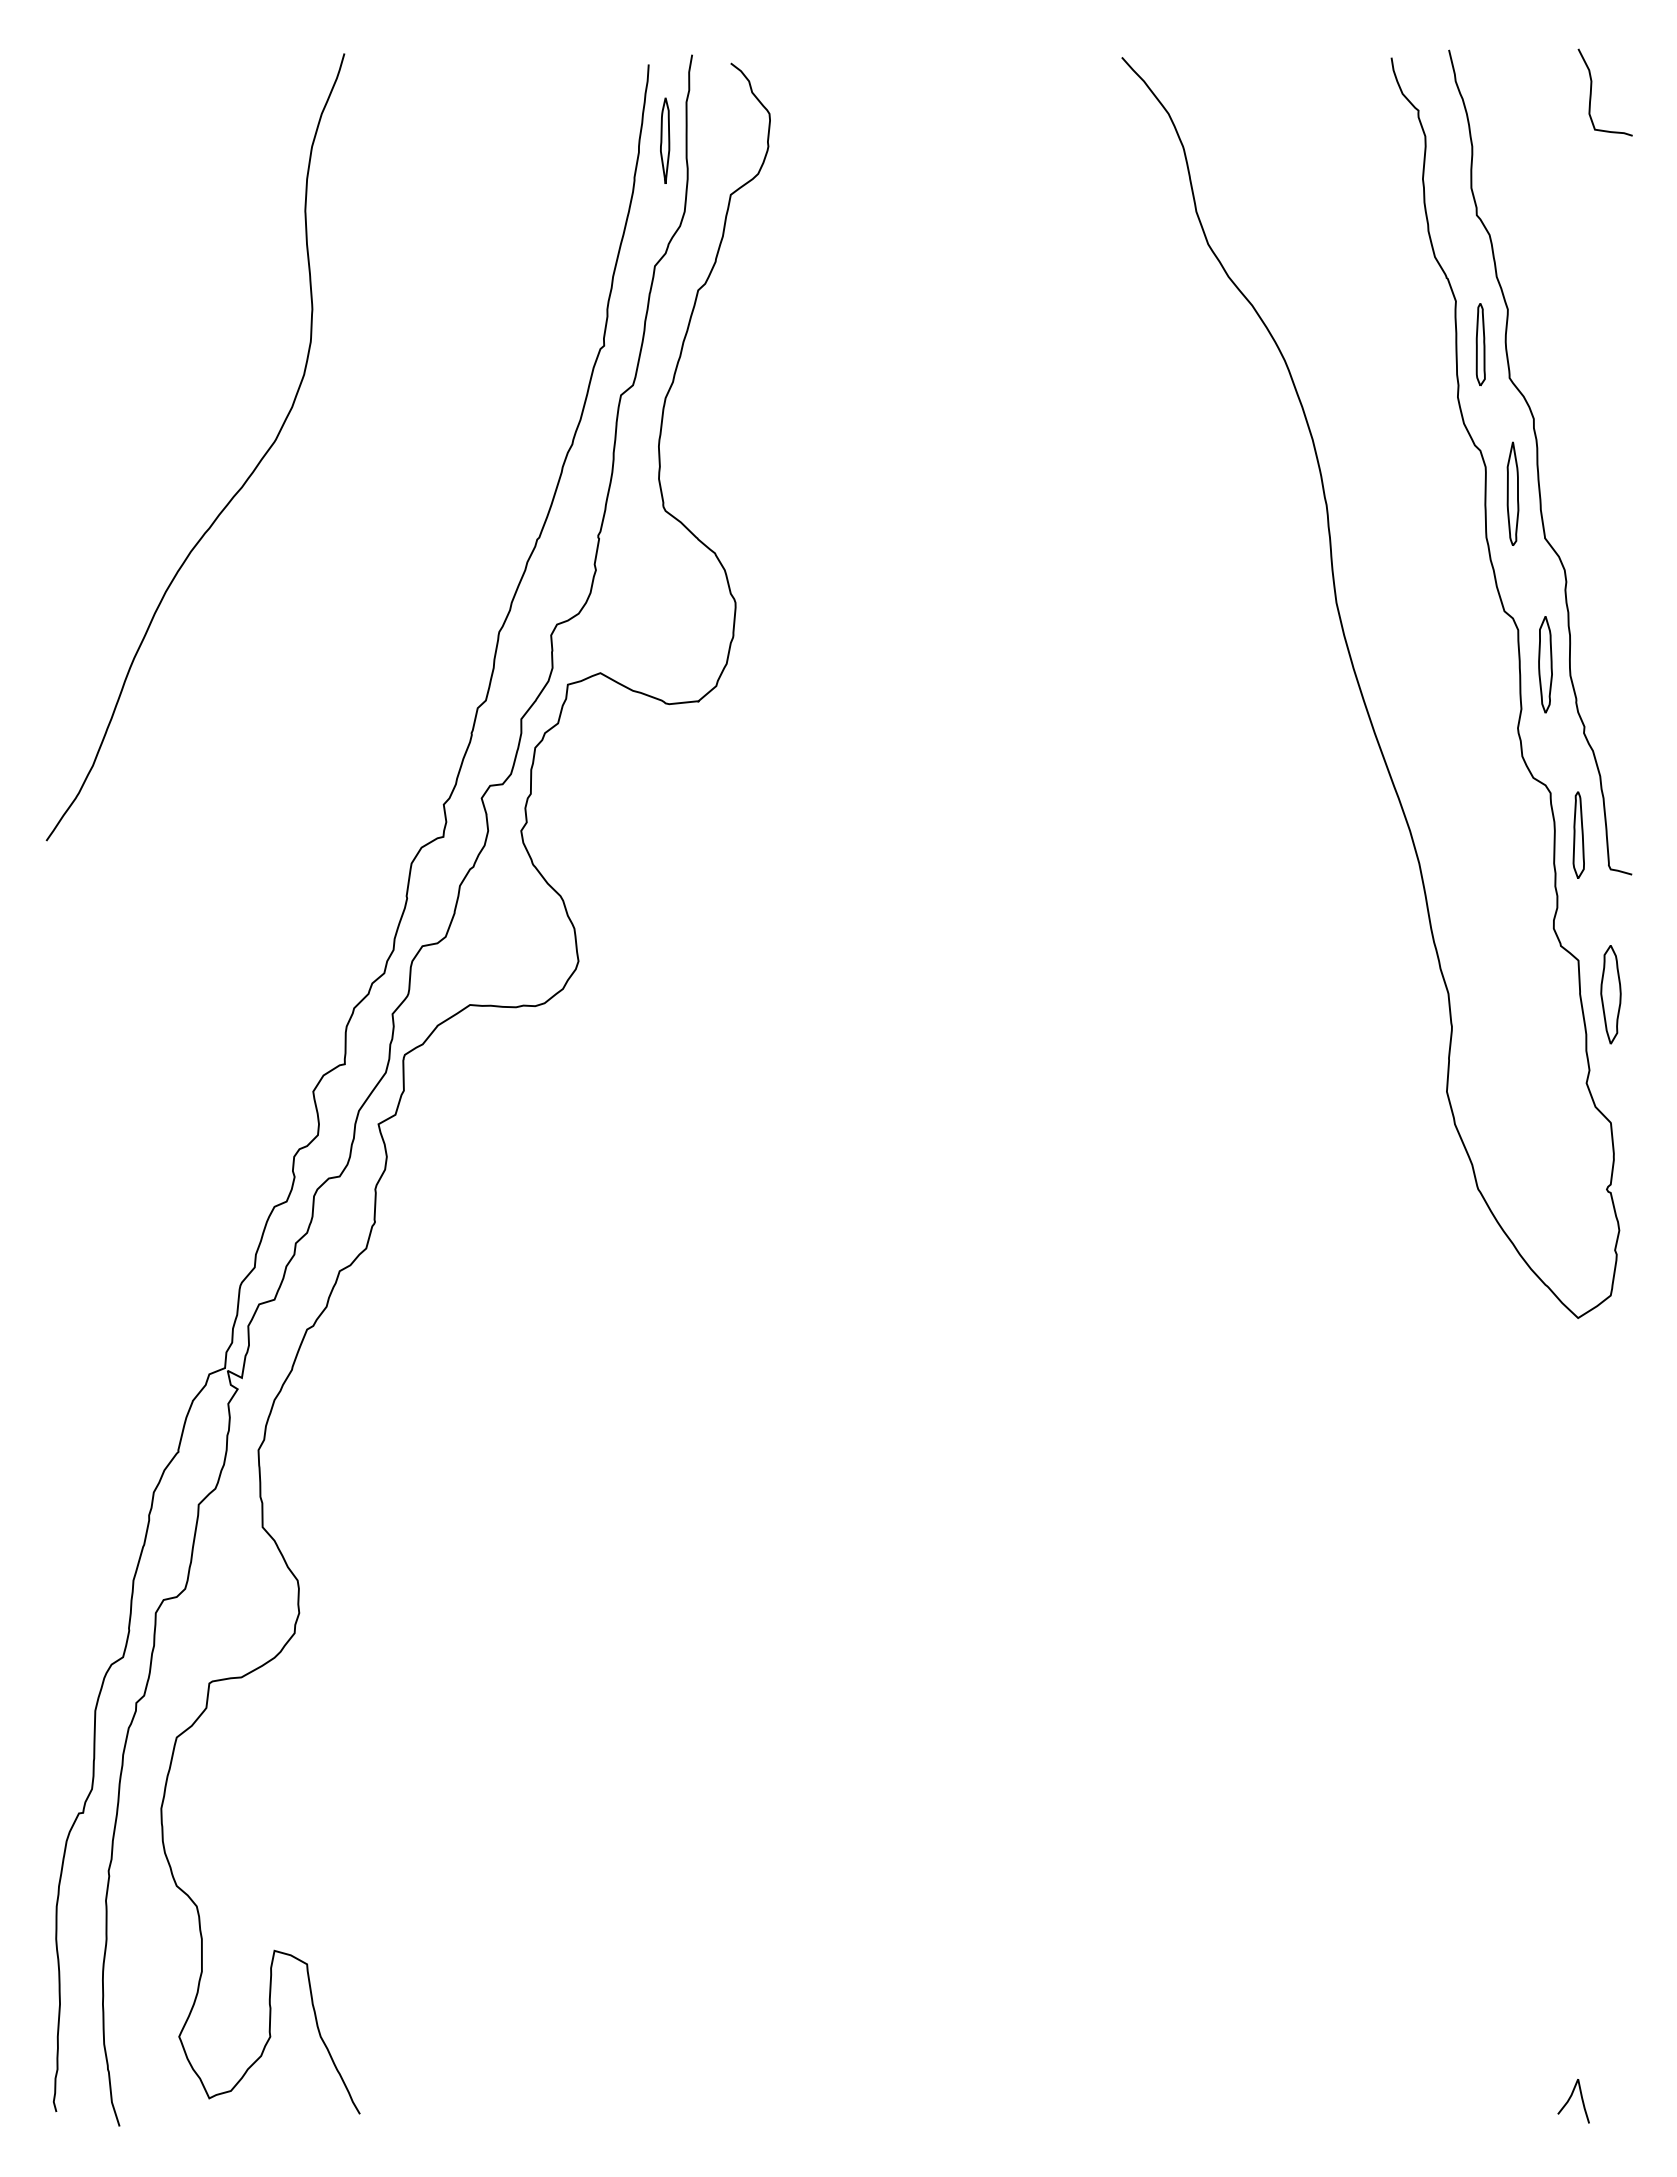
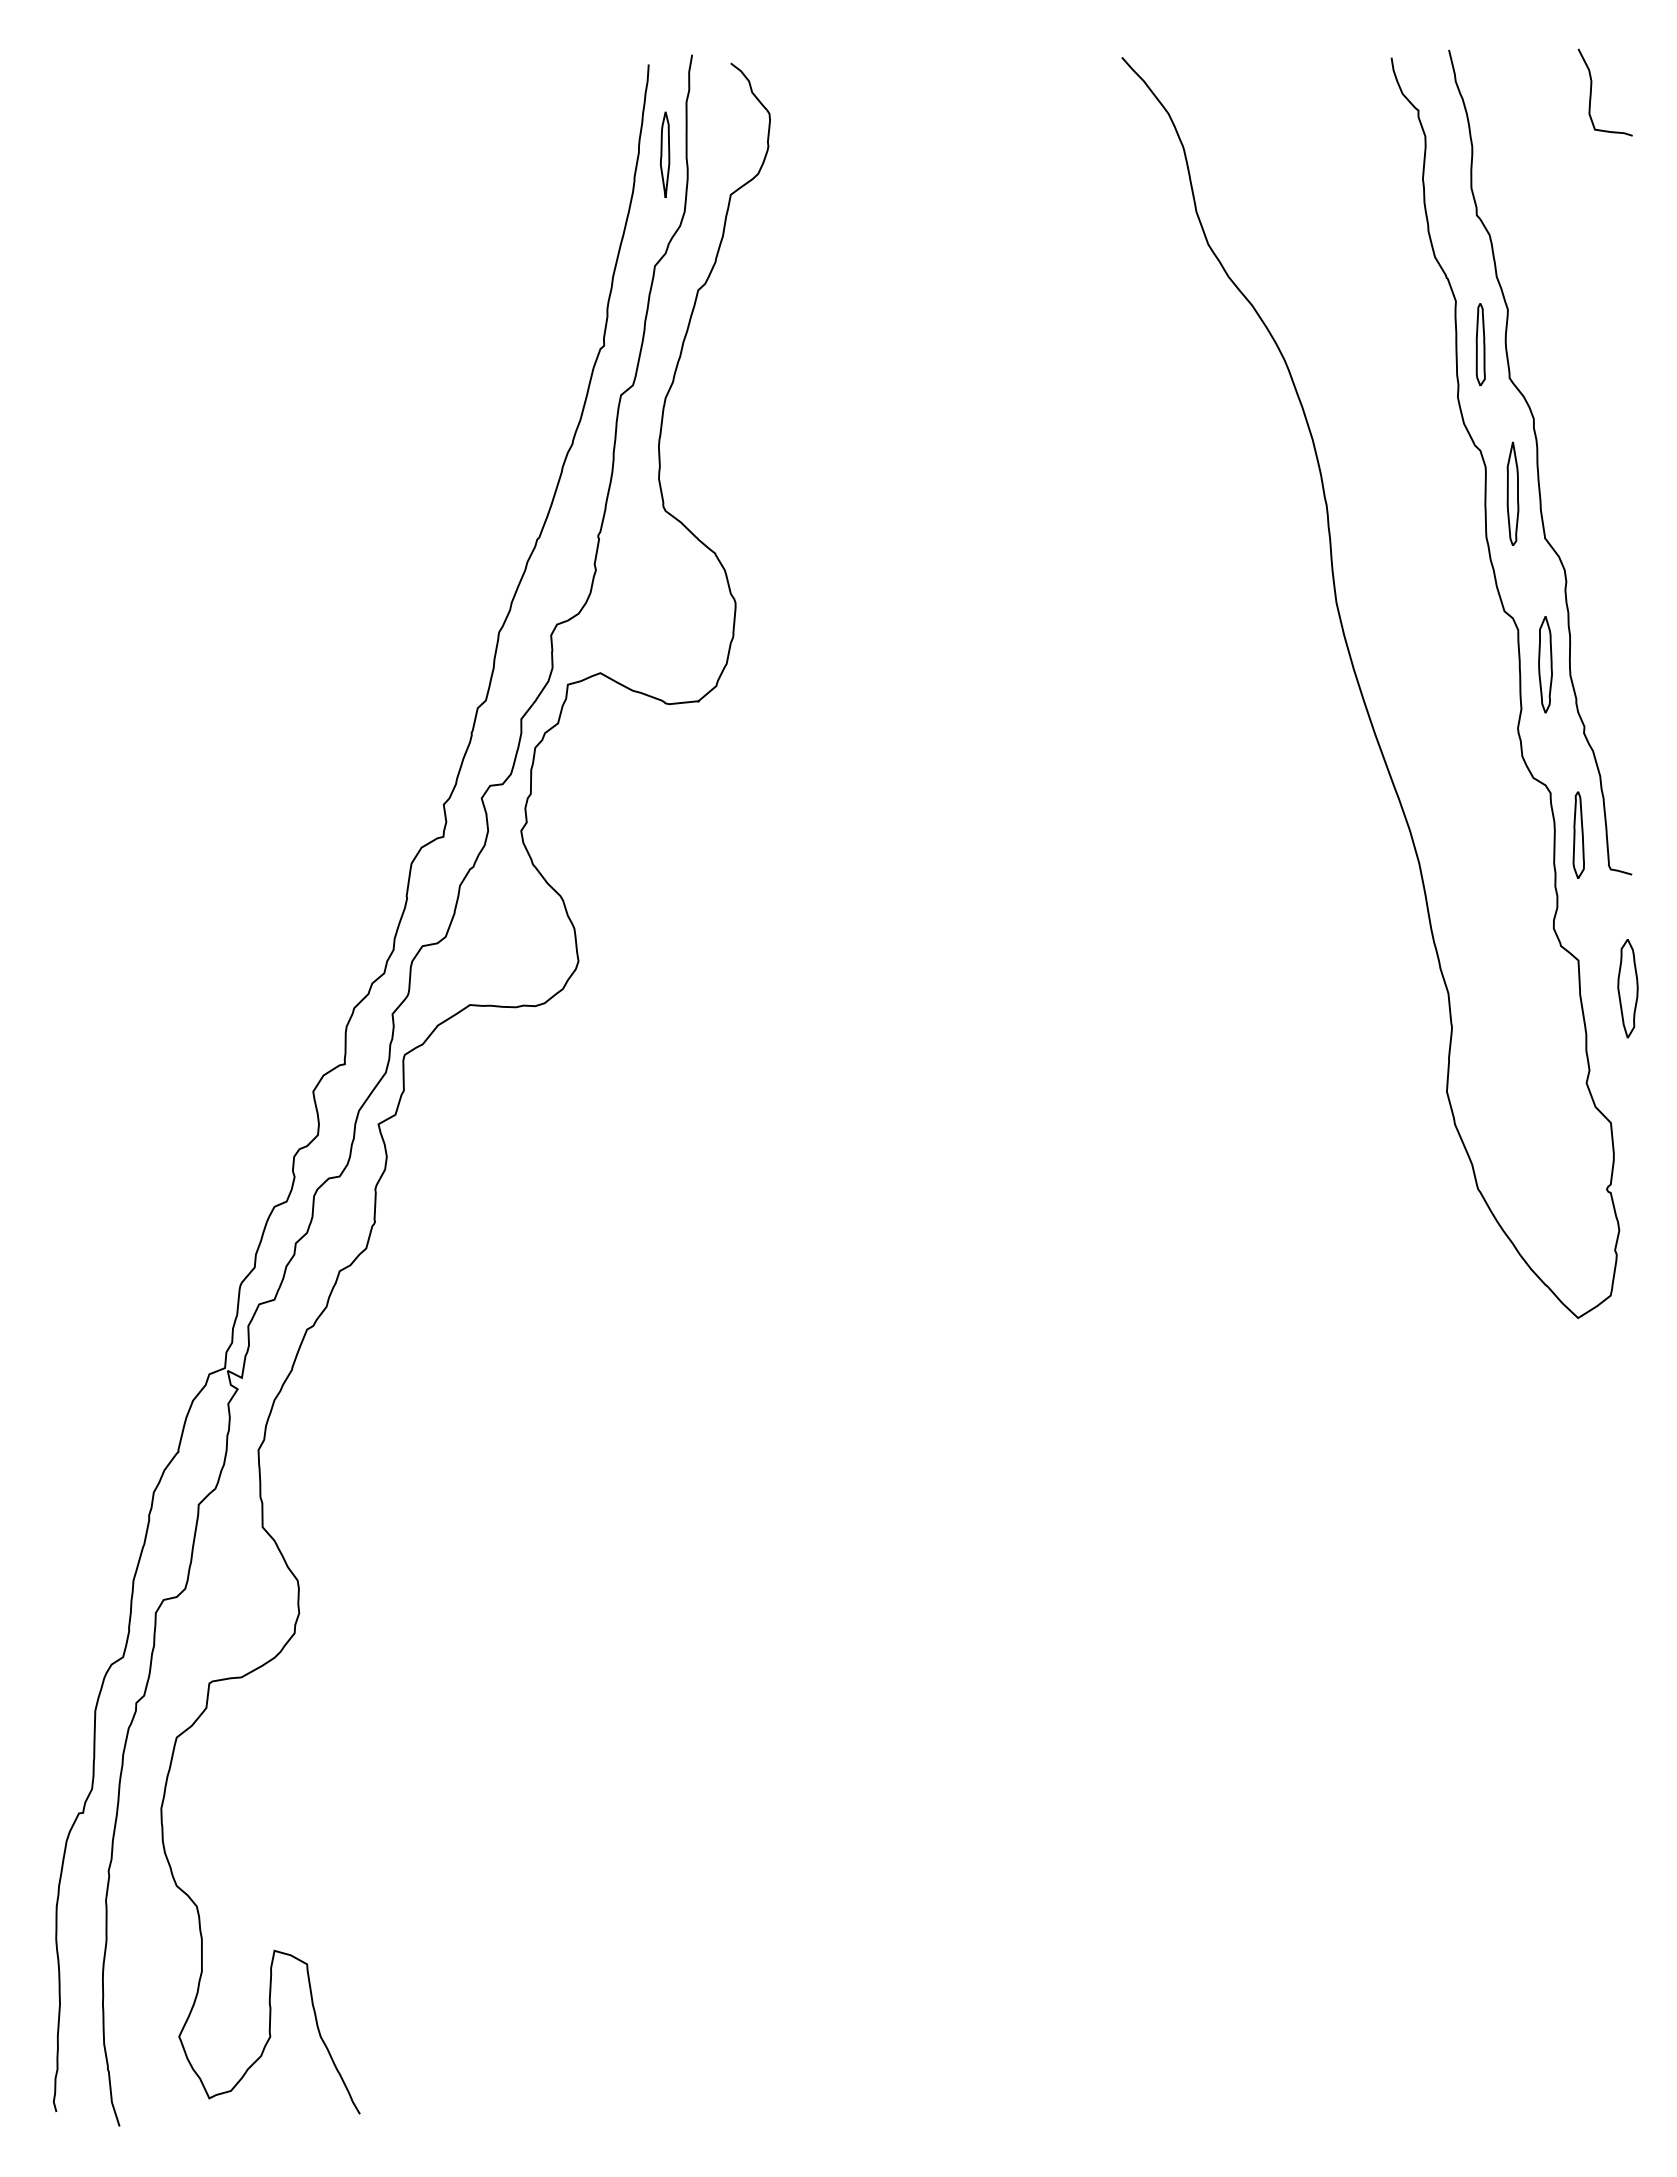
part at (665, 140) position: (665, 140) -> (665, 154)
curve at (242, 484): present -> none
part at (1610, 994) position: (1610, 994) -> (1627, 988)
curve at (1570, 2099): present -> none
